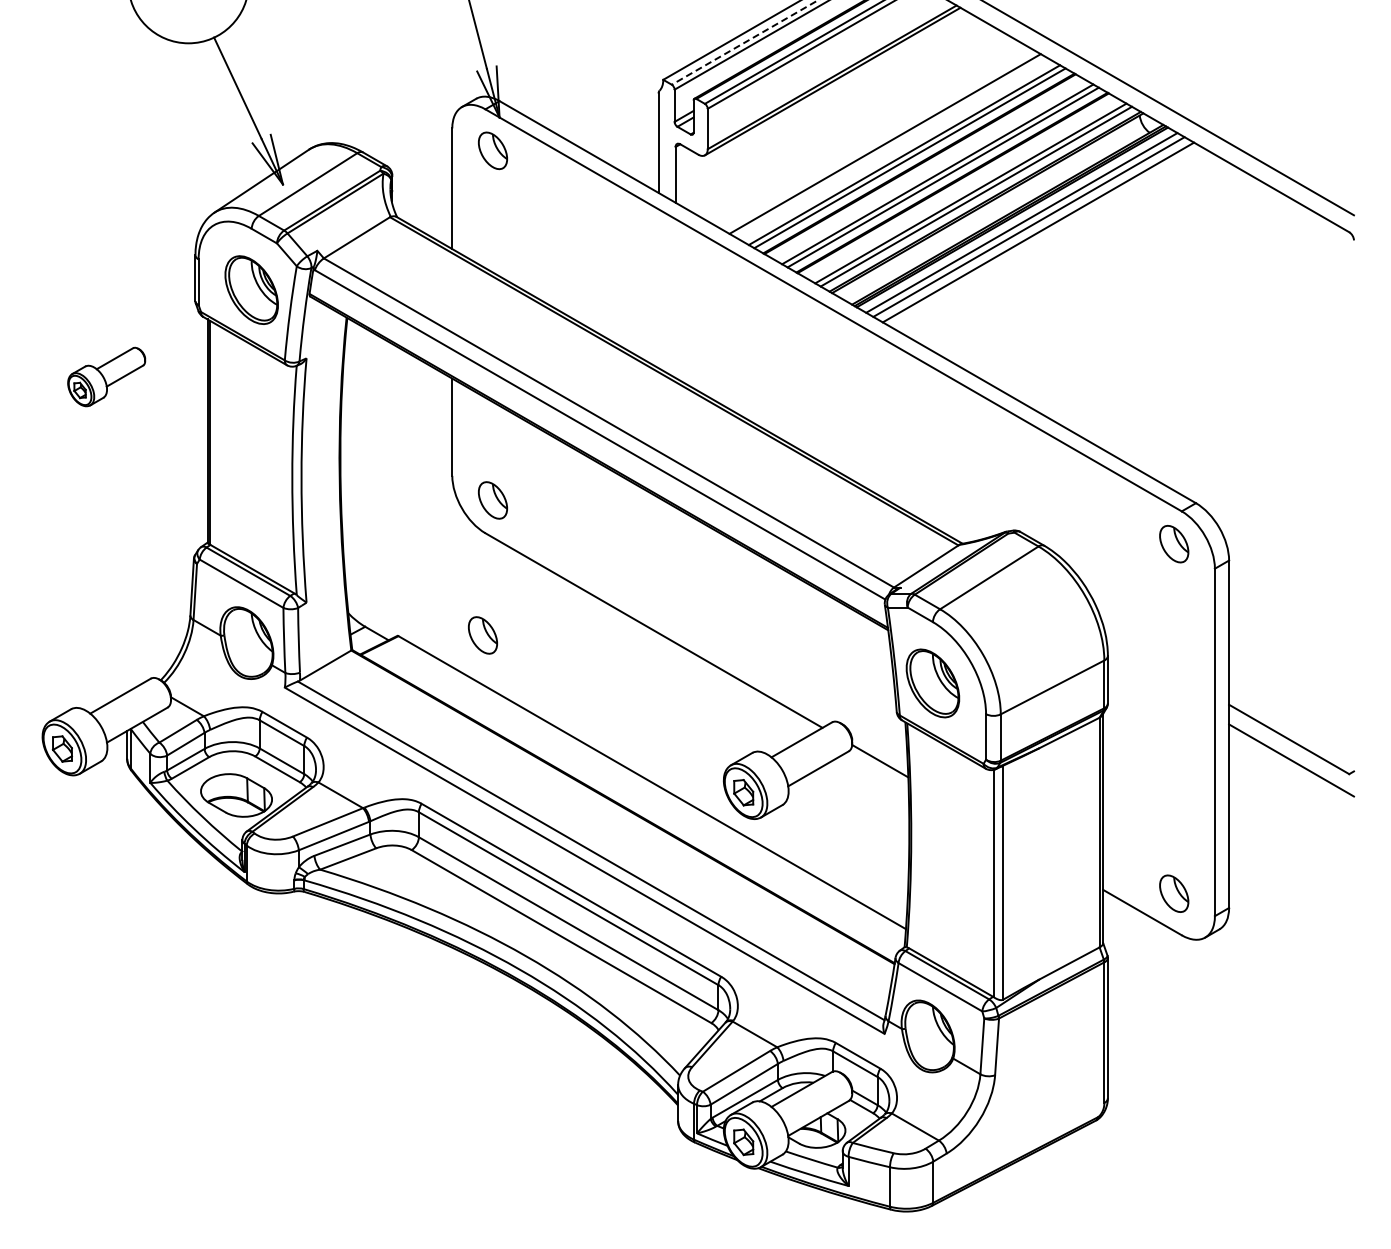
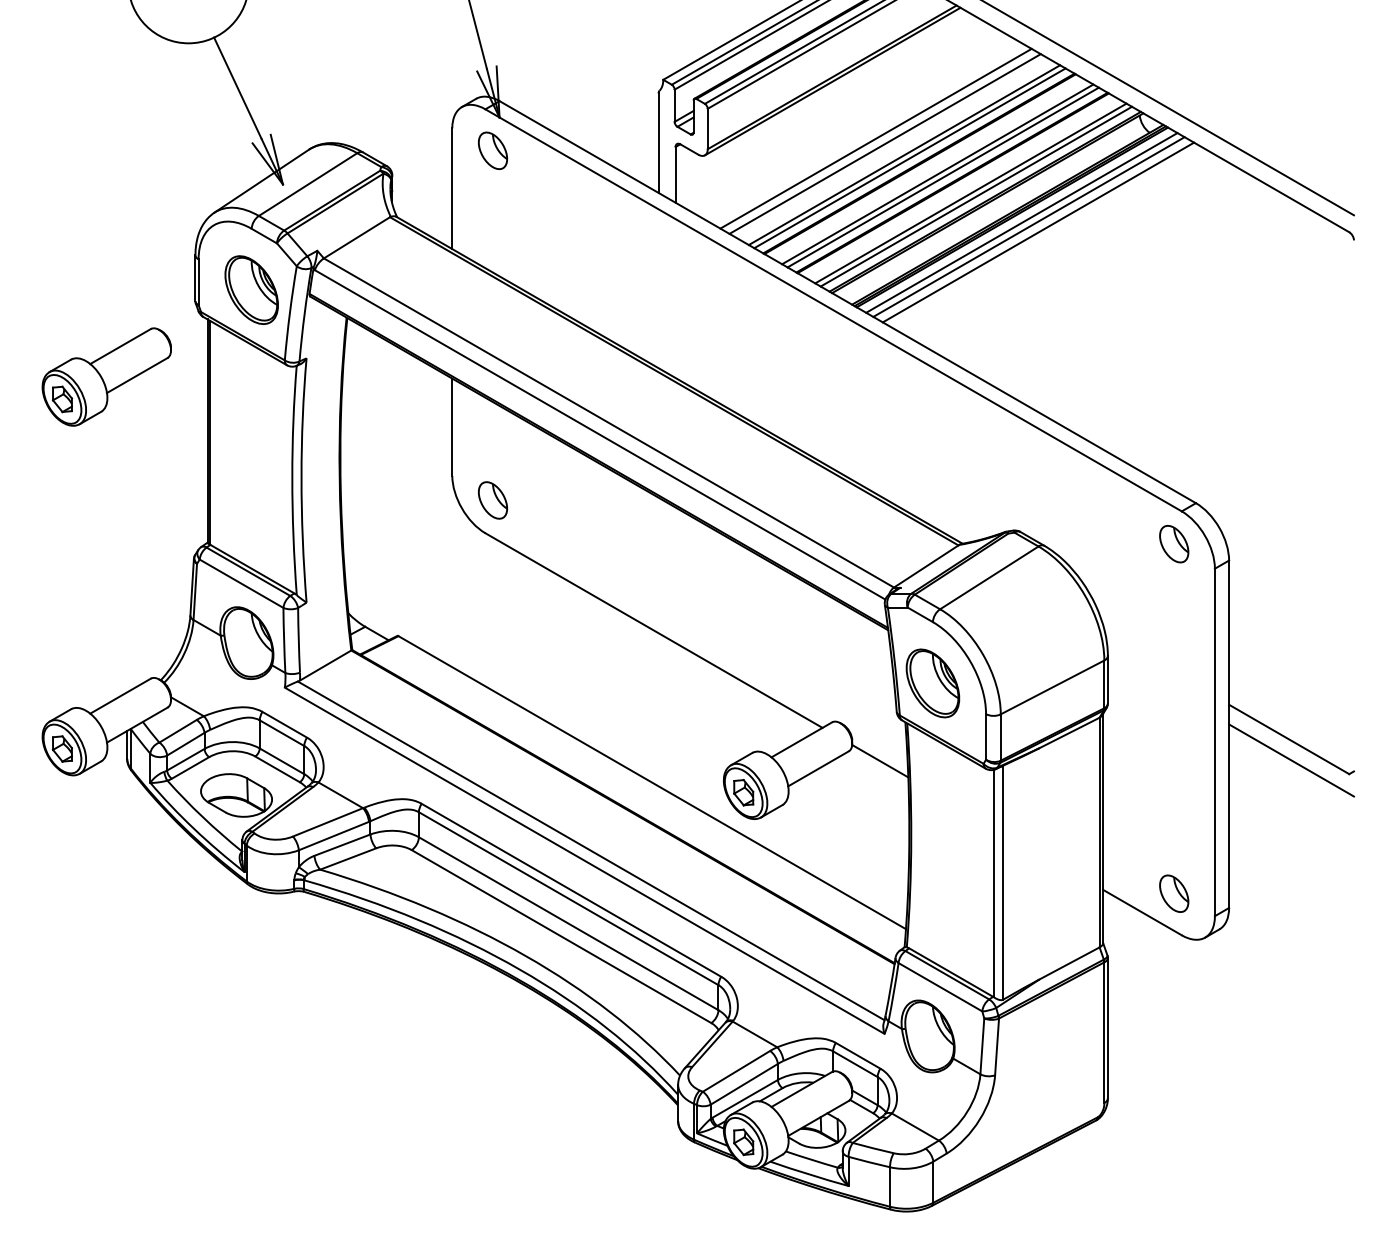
line at (744, 42): dashed -> solid
line at (875, 138): none -> present
part at (106, 376) size: 80x62 px -> 131x100 px
part at (482, 635): present -> none
